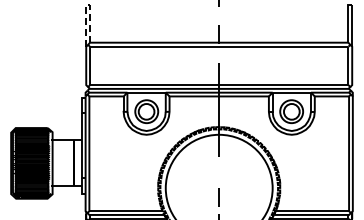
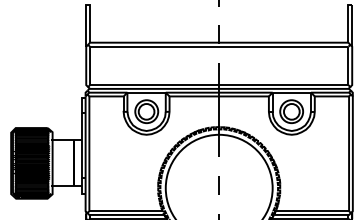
line at (86, 4): dashed -> solid
line at (218, 197) position: (218, 197) -> (218, 185)
